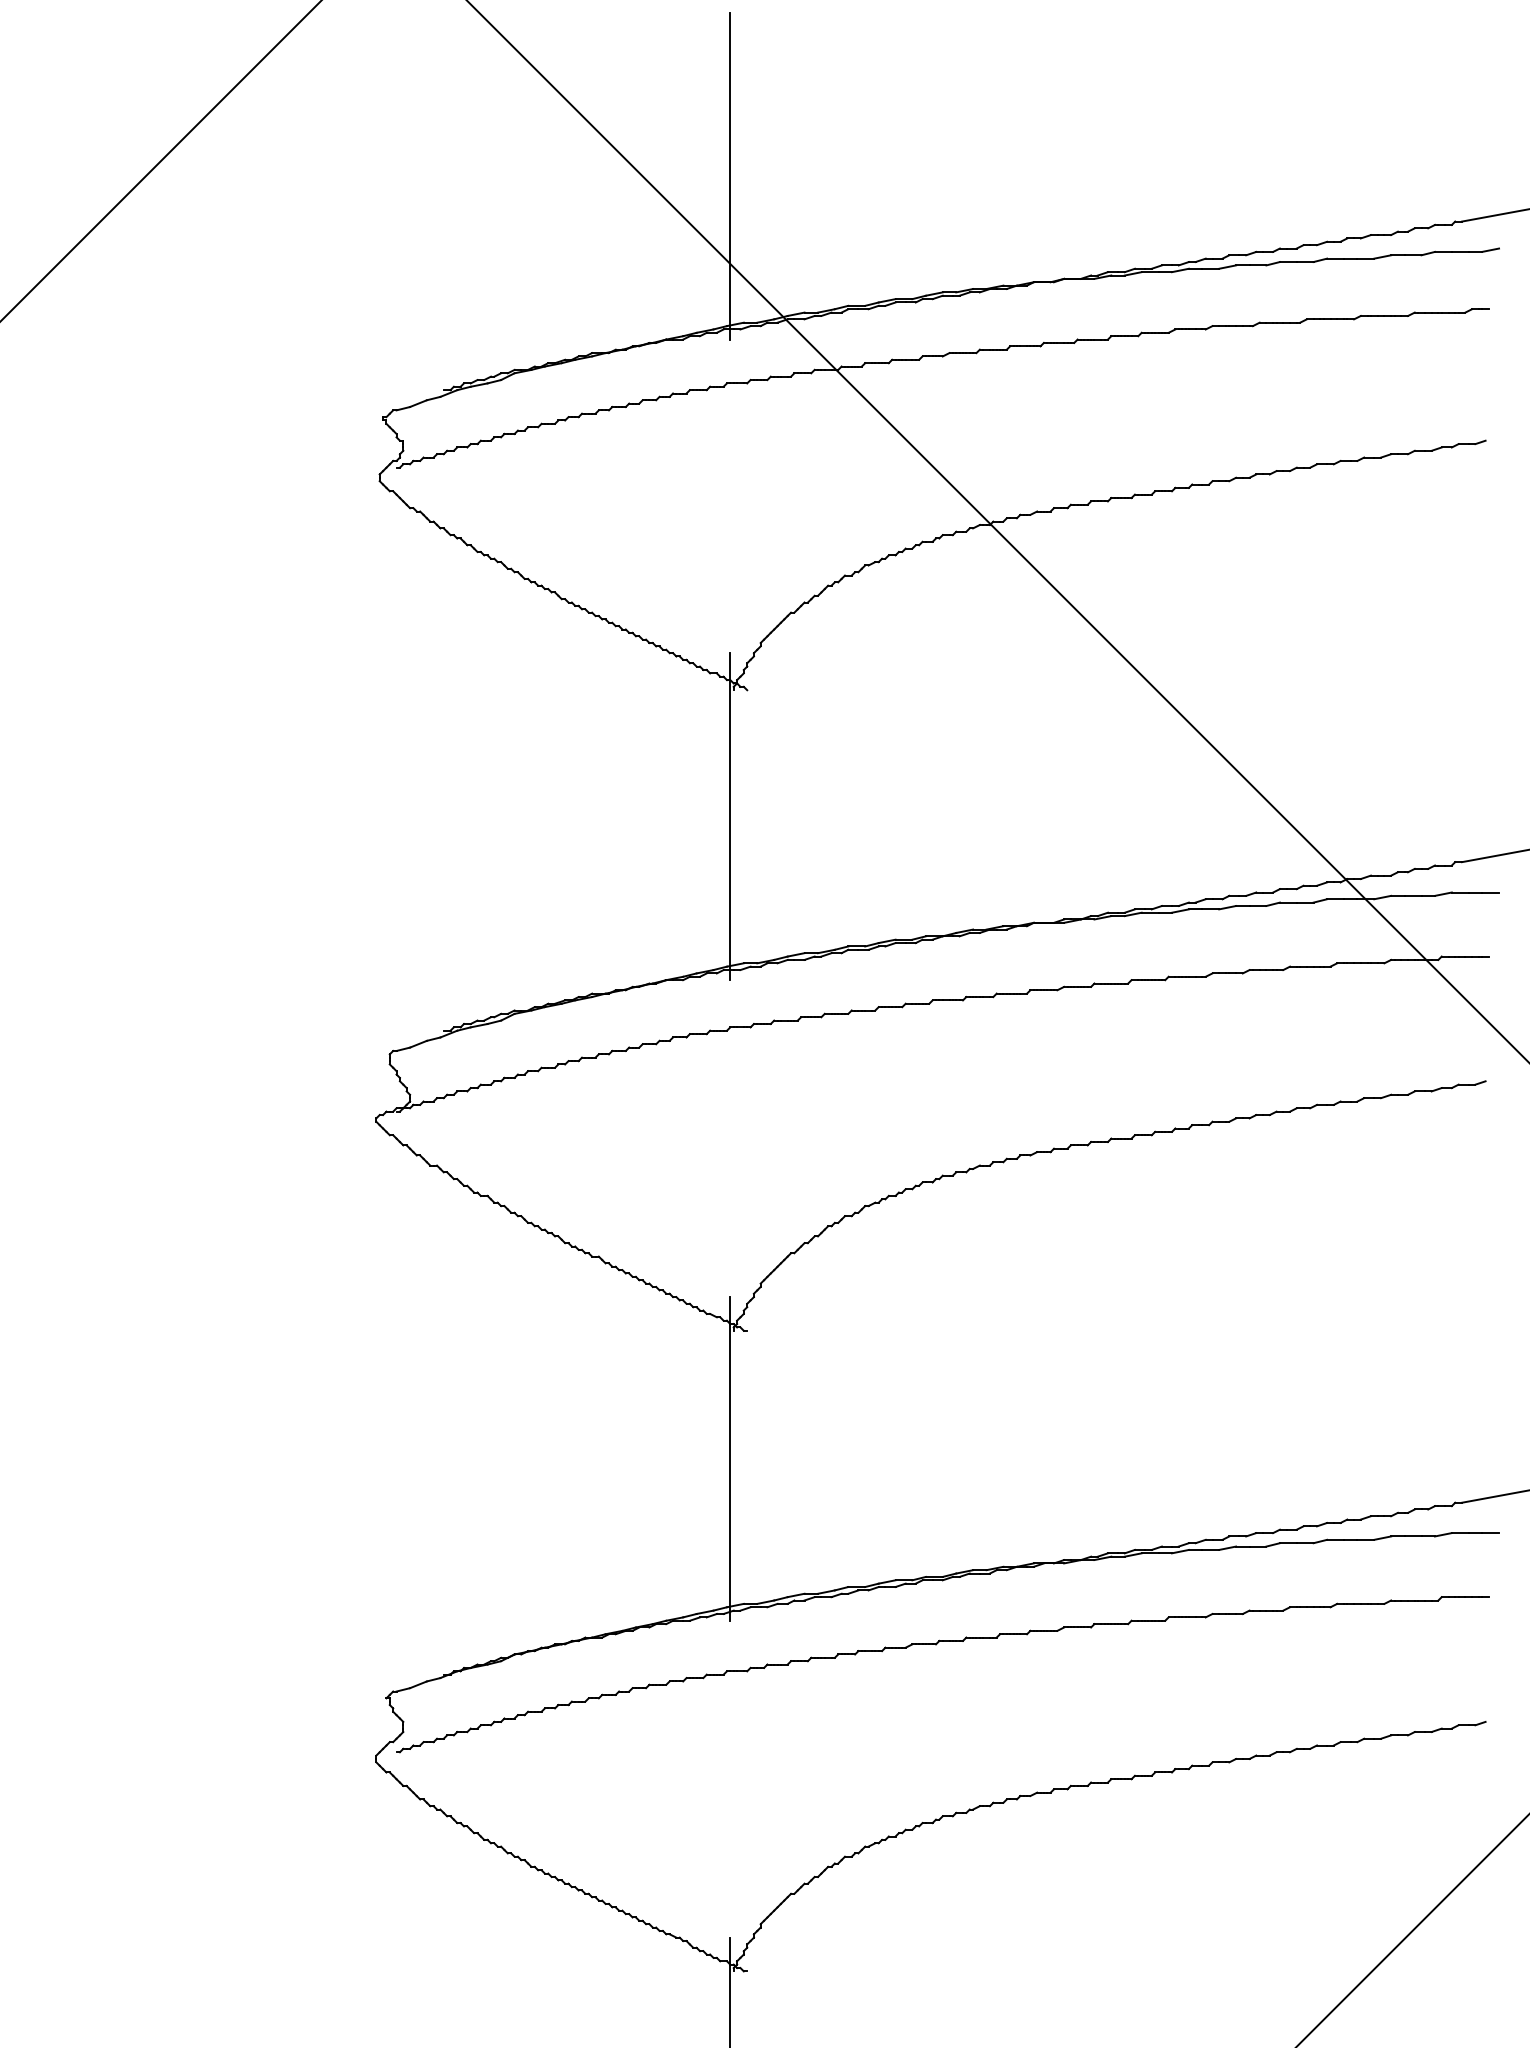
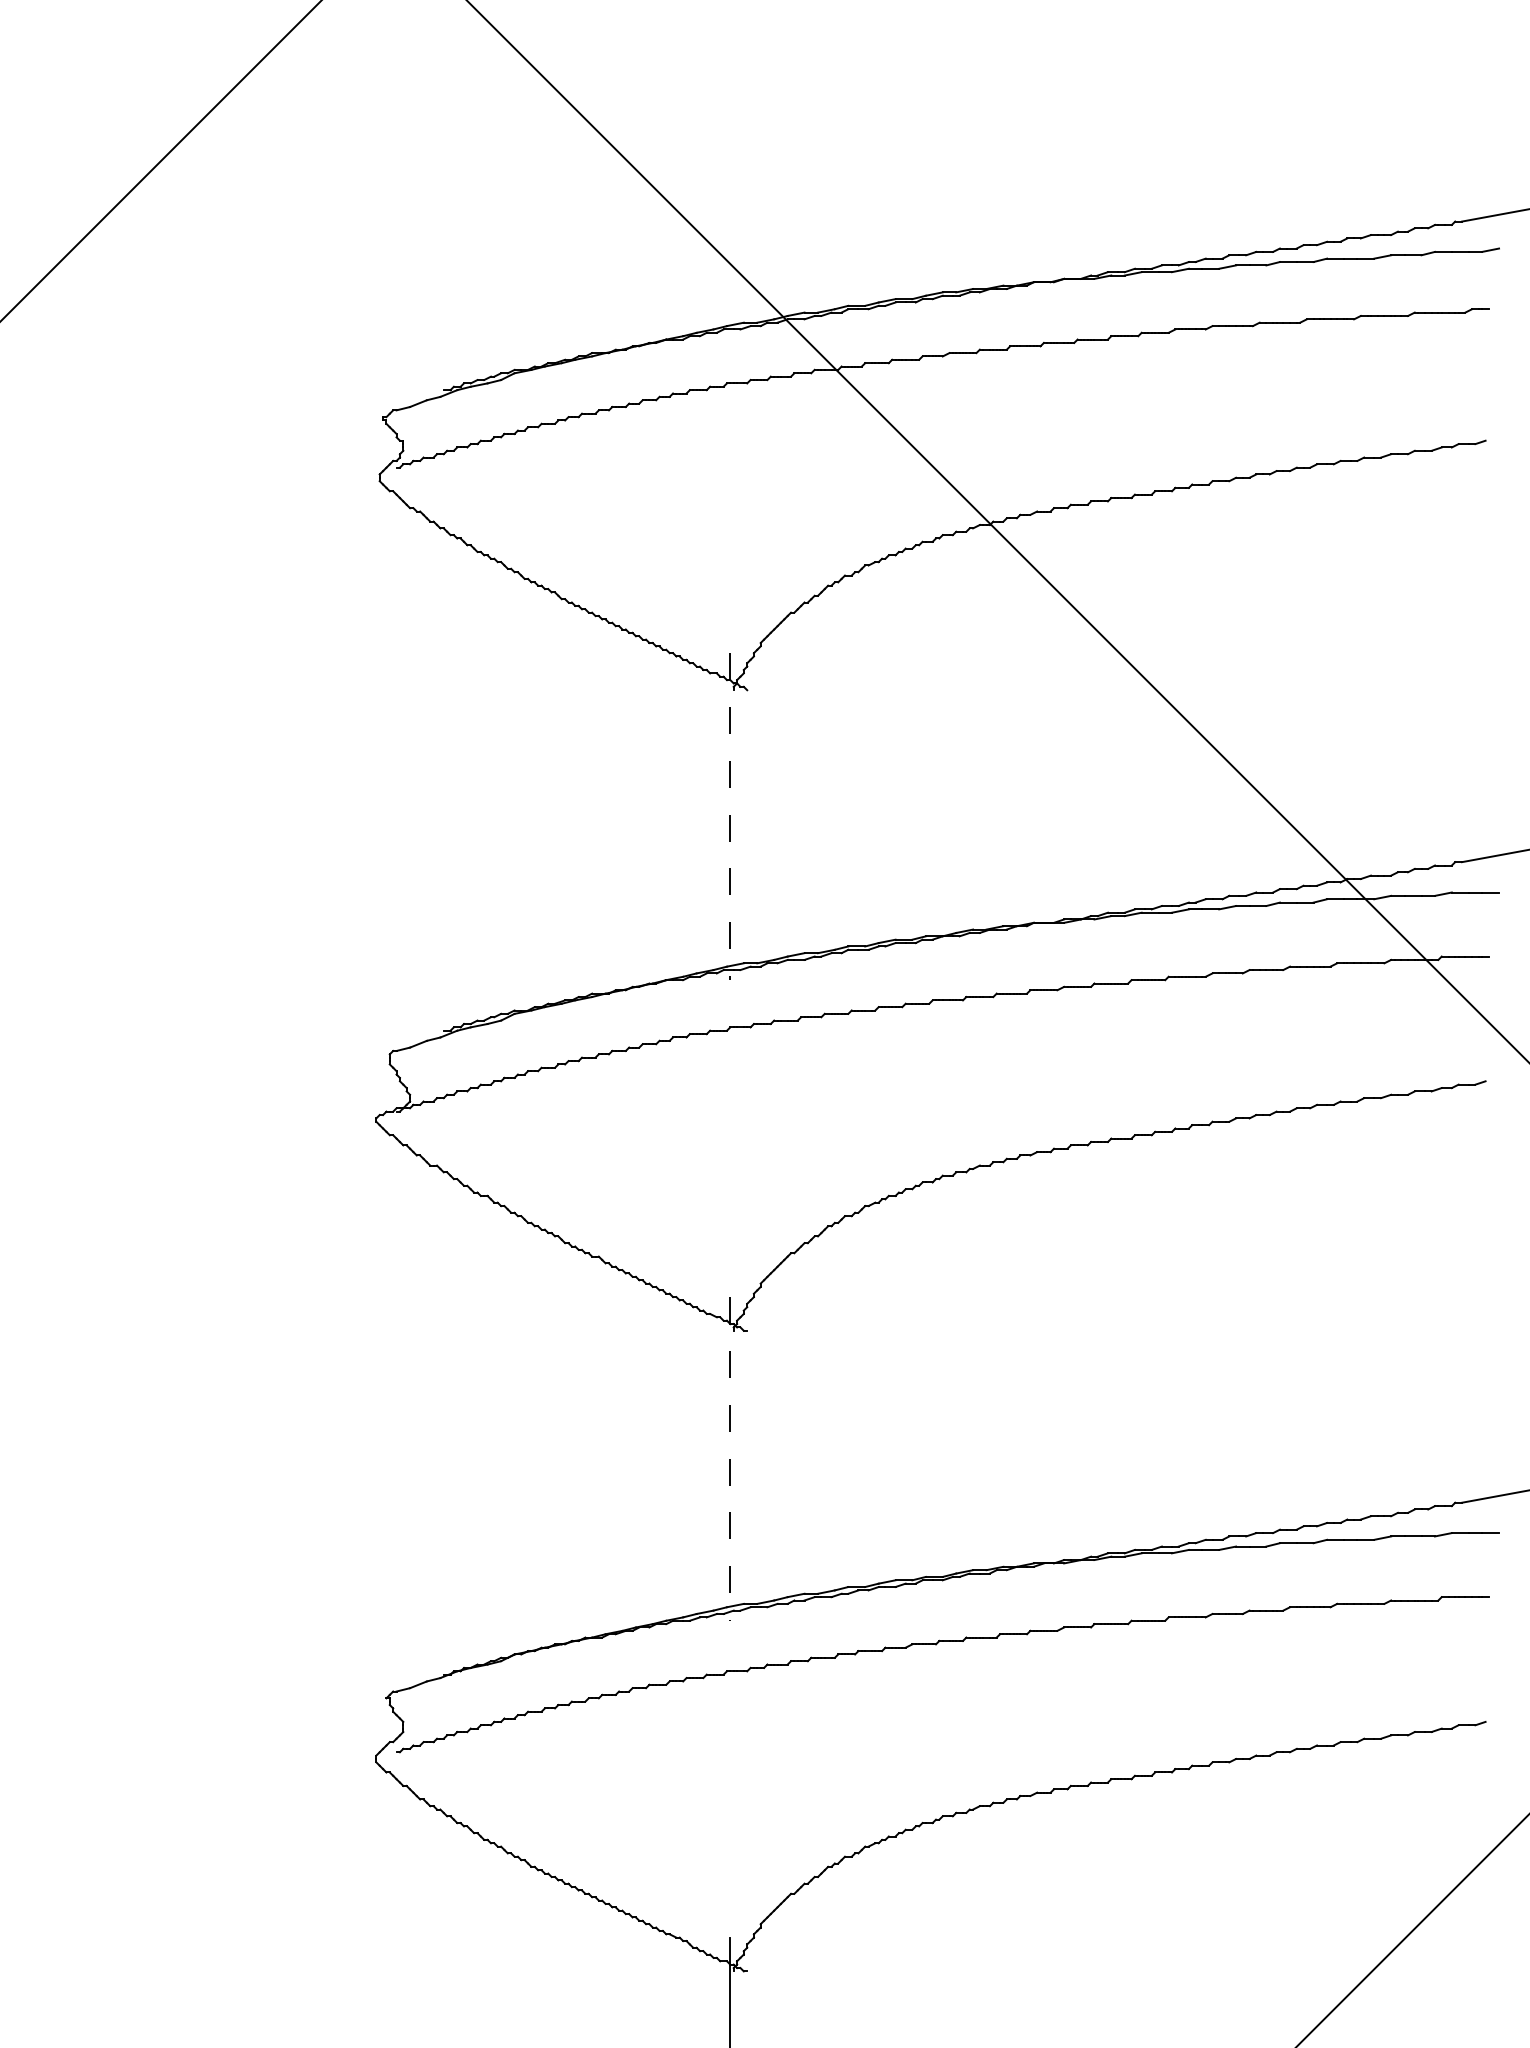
line at (730, 175): present -> none
line at (730, 816): solid -> dashed
line at (730, 1458): solid -> dashed
